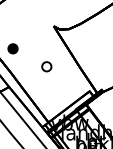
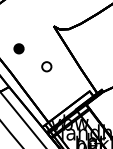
part at (12, 48) position: (12, 48) -> (18, 48)
